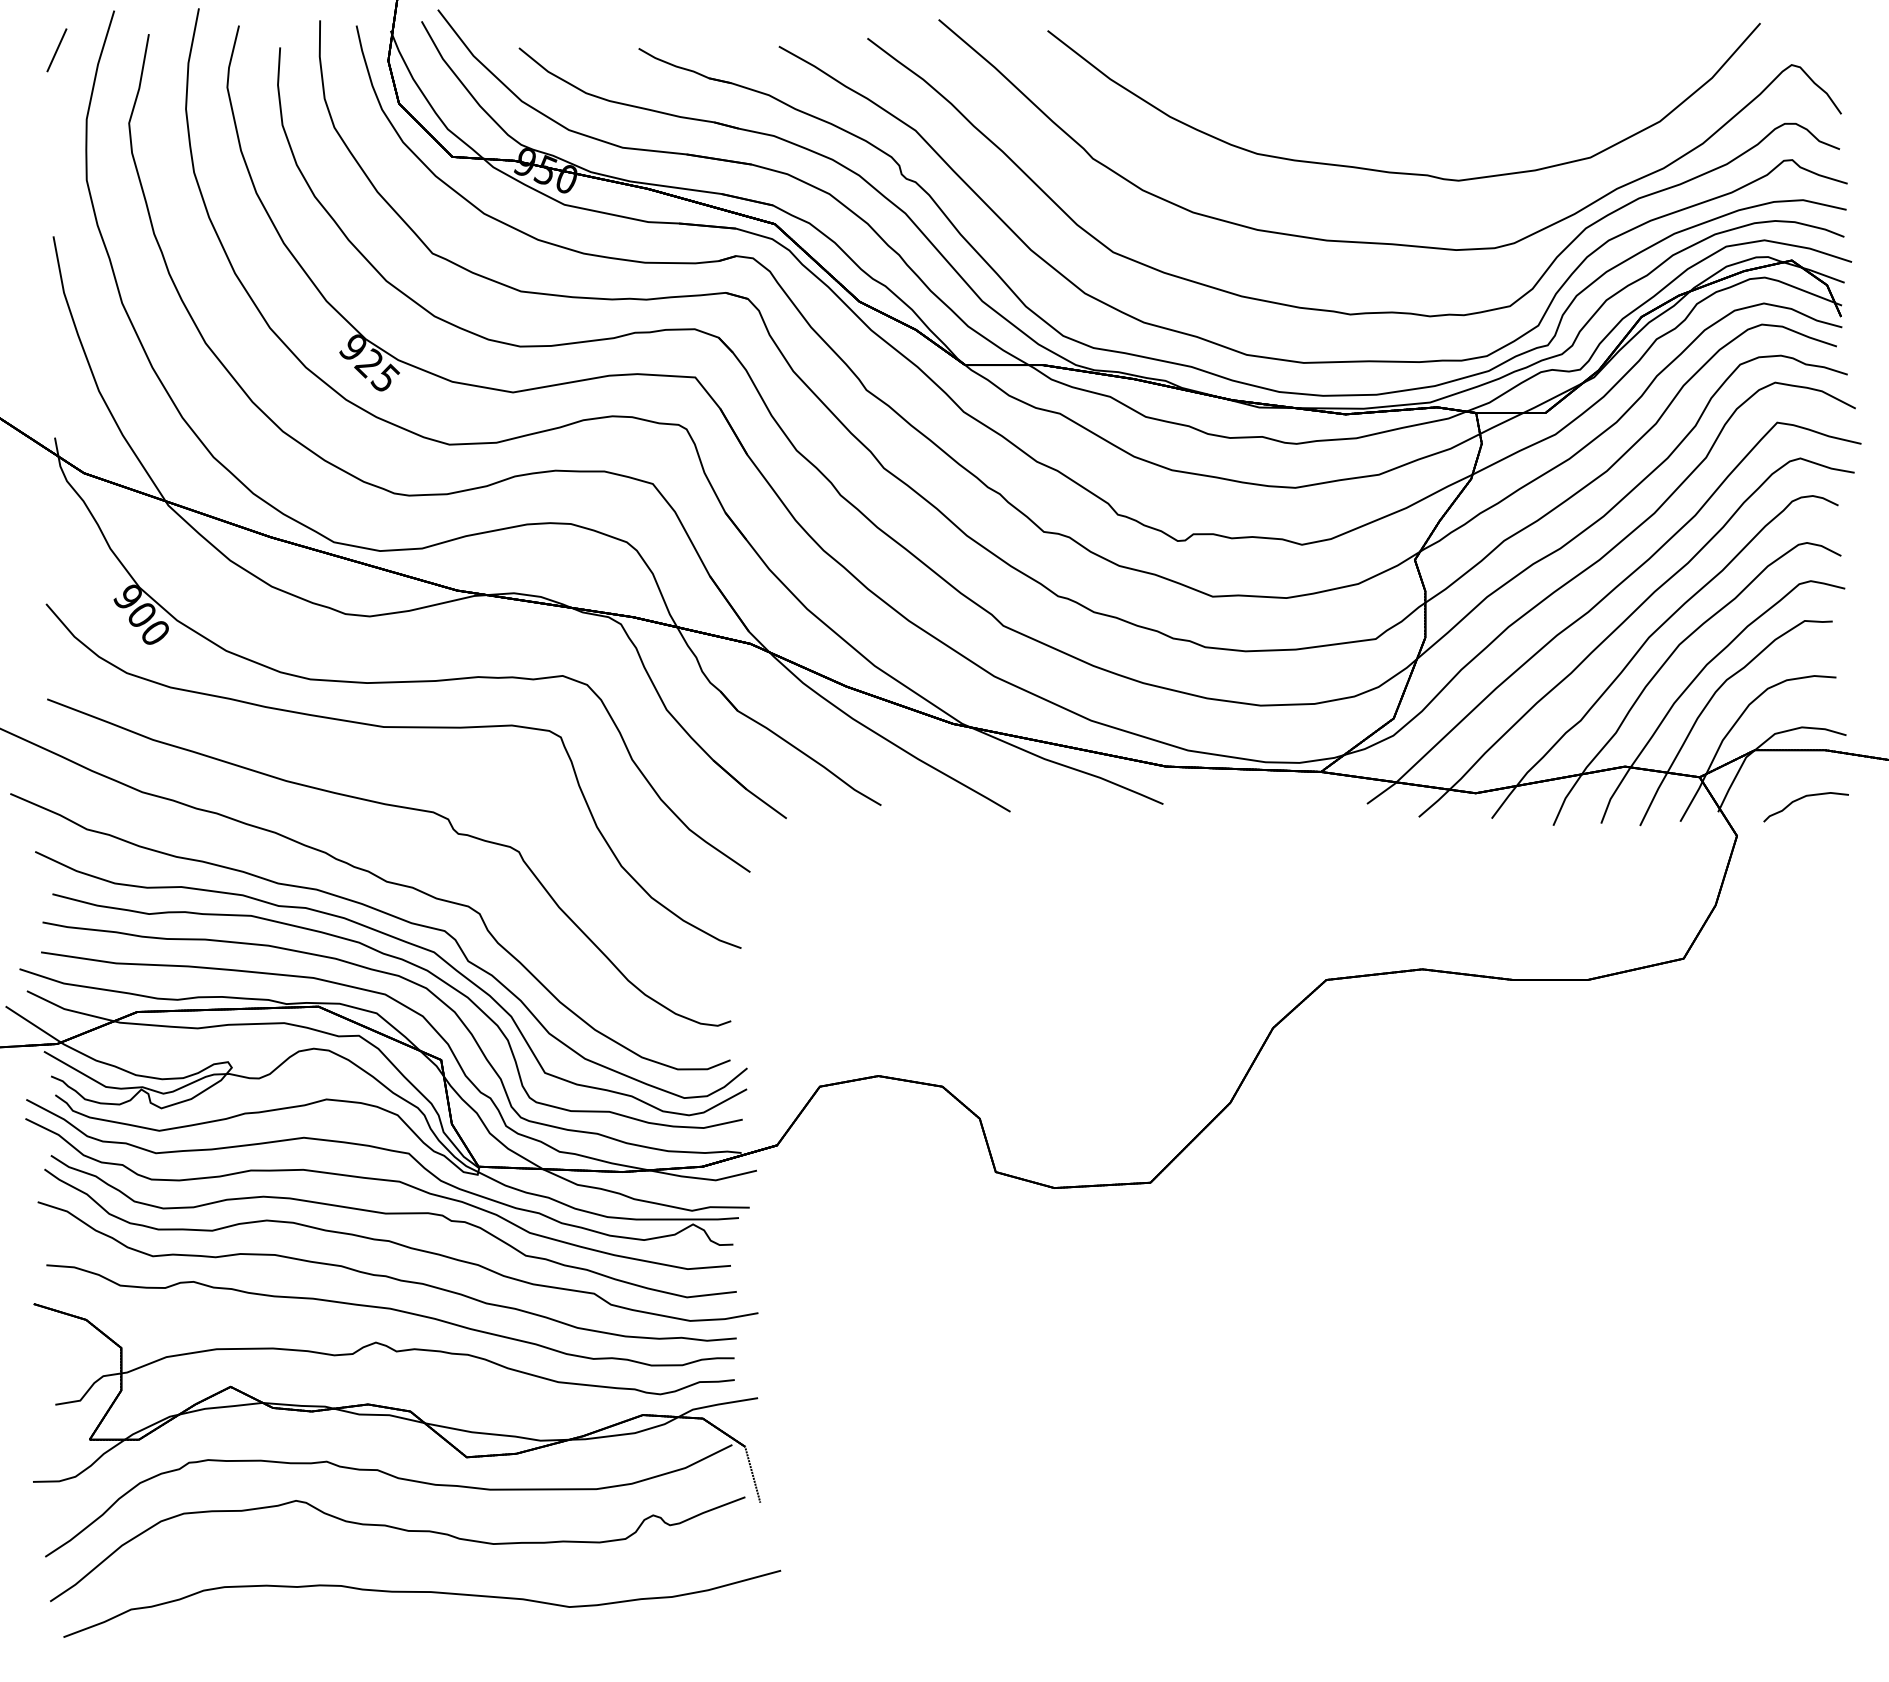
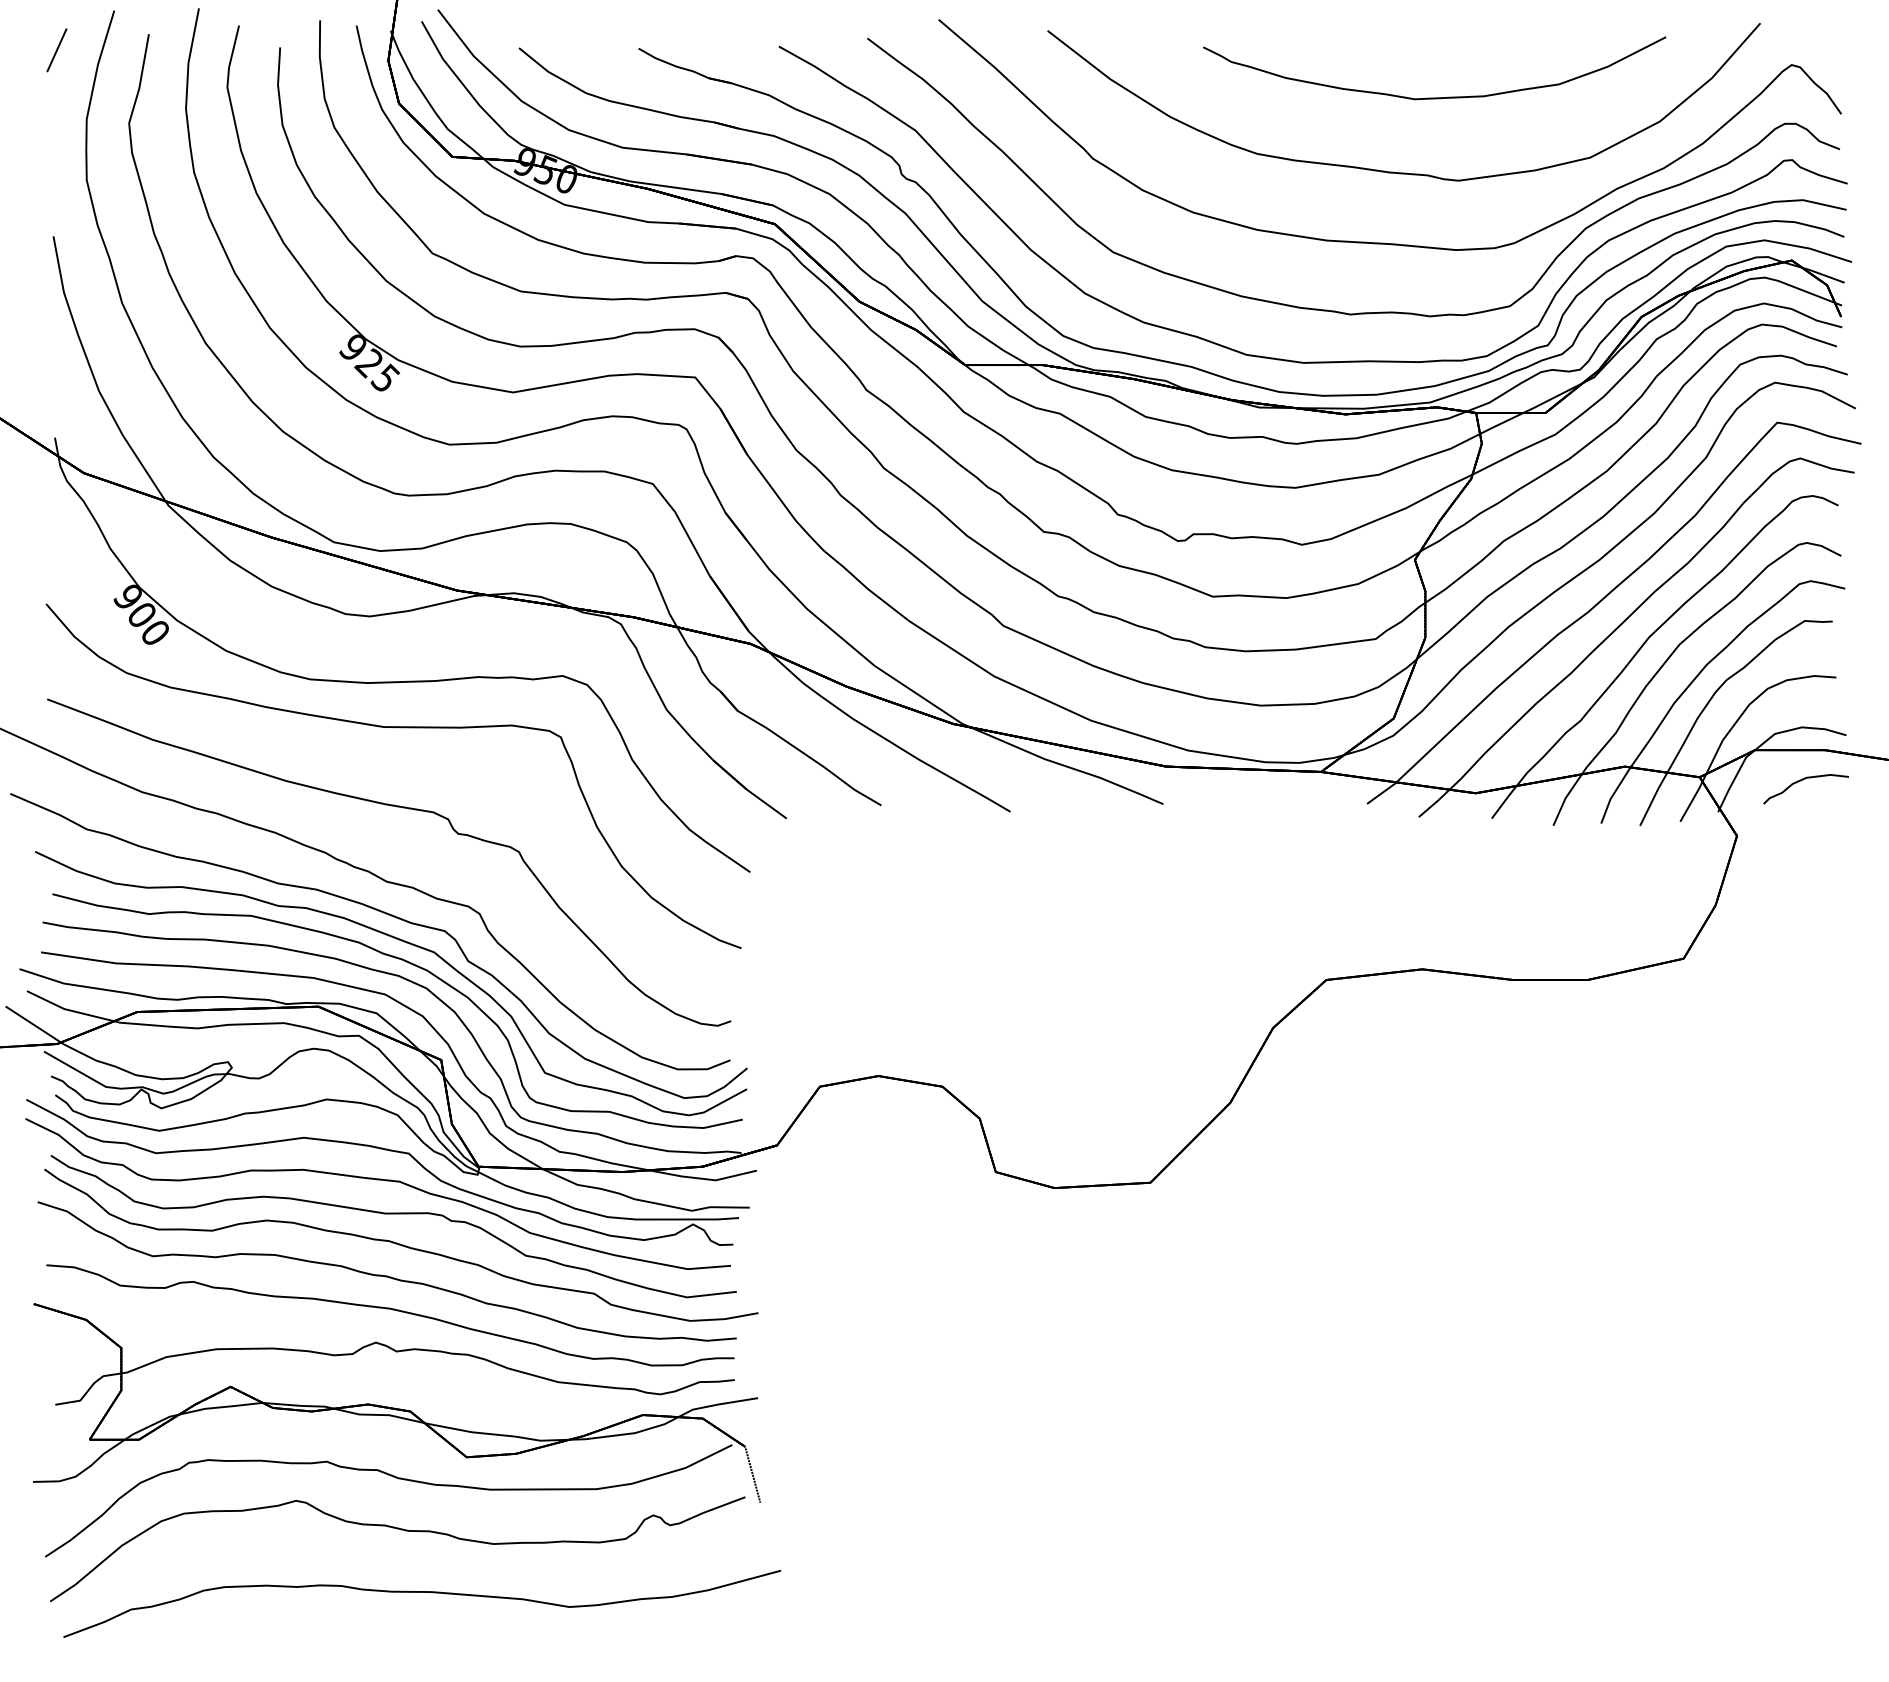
part at (1434, 97): none -> present
part at (1803, 798) position: (1803, 798) -> (1803, 780)
